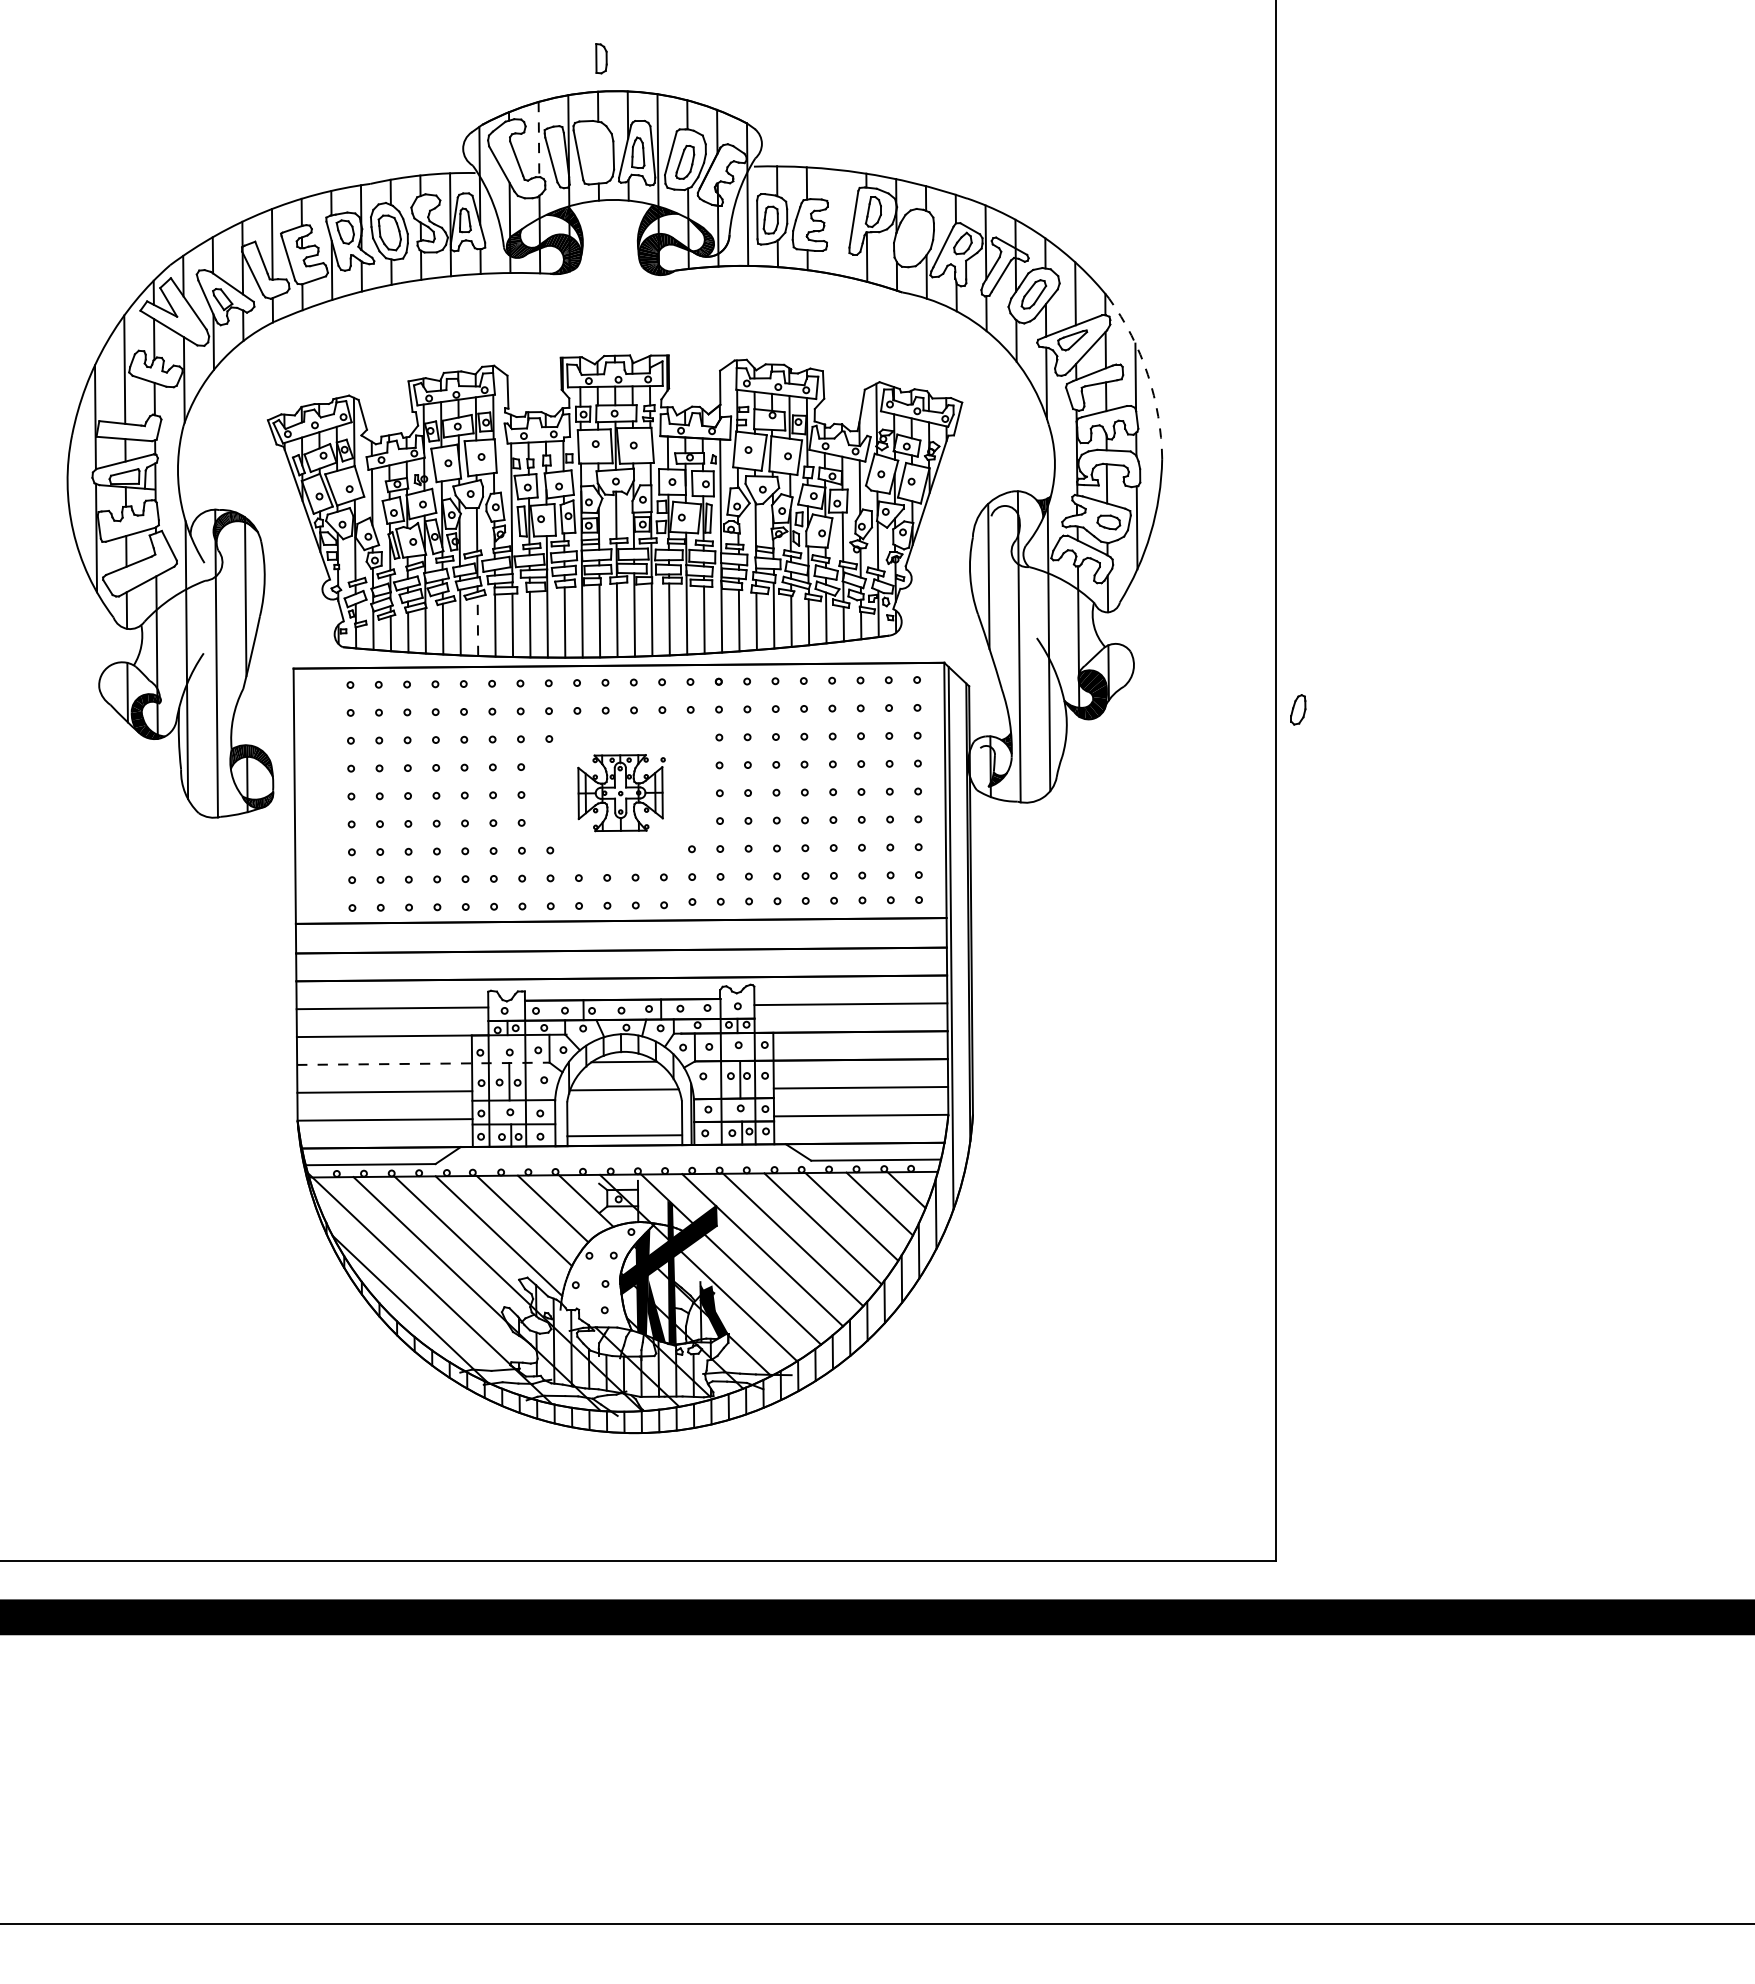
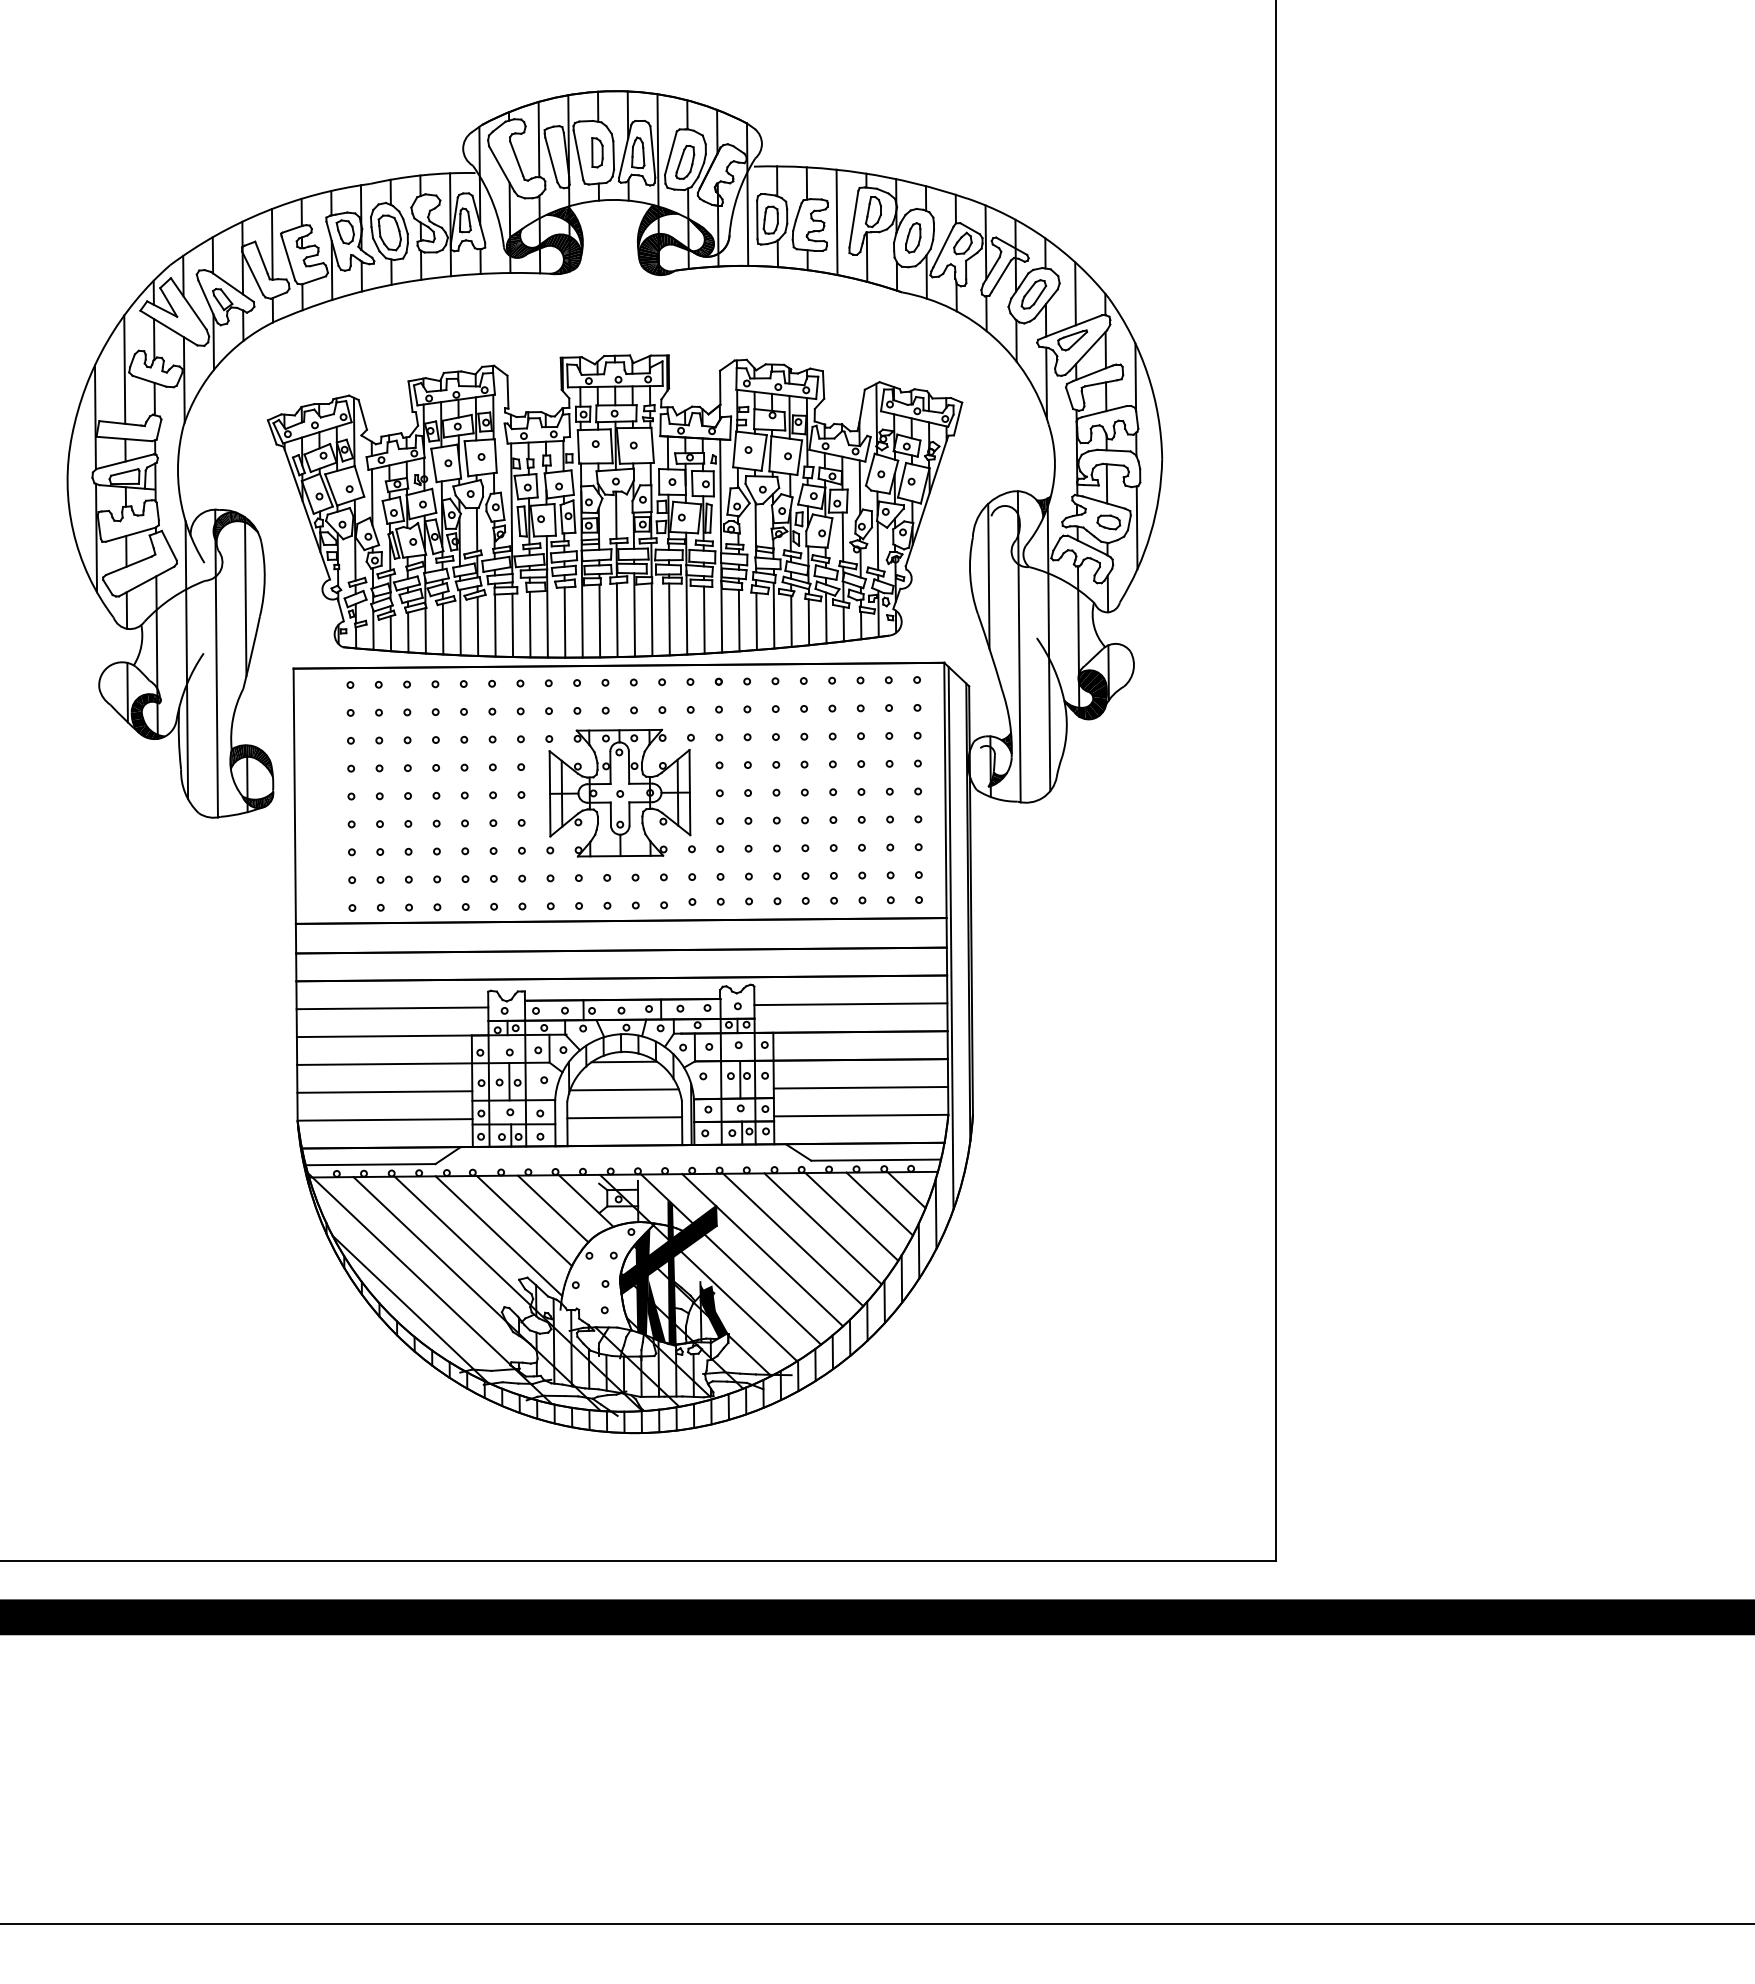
part at (601, 58) position: (601, 58) -> (597, 152)
line at (538, 139): dashed -> solid
line at (836, 222): none -> present
arc at (1147, 374): dashed -> solid
line at (477, 626): dashed -> solid
part at (1298, 709) position: (1298, 709) -> (913, 237)
part at (621, 793) size: 89x79 px -> 147x130 px
line at (423, 1063): dashed -> solid
line at (624, 1135) position: (624, 1135) -> (624, 1117)
